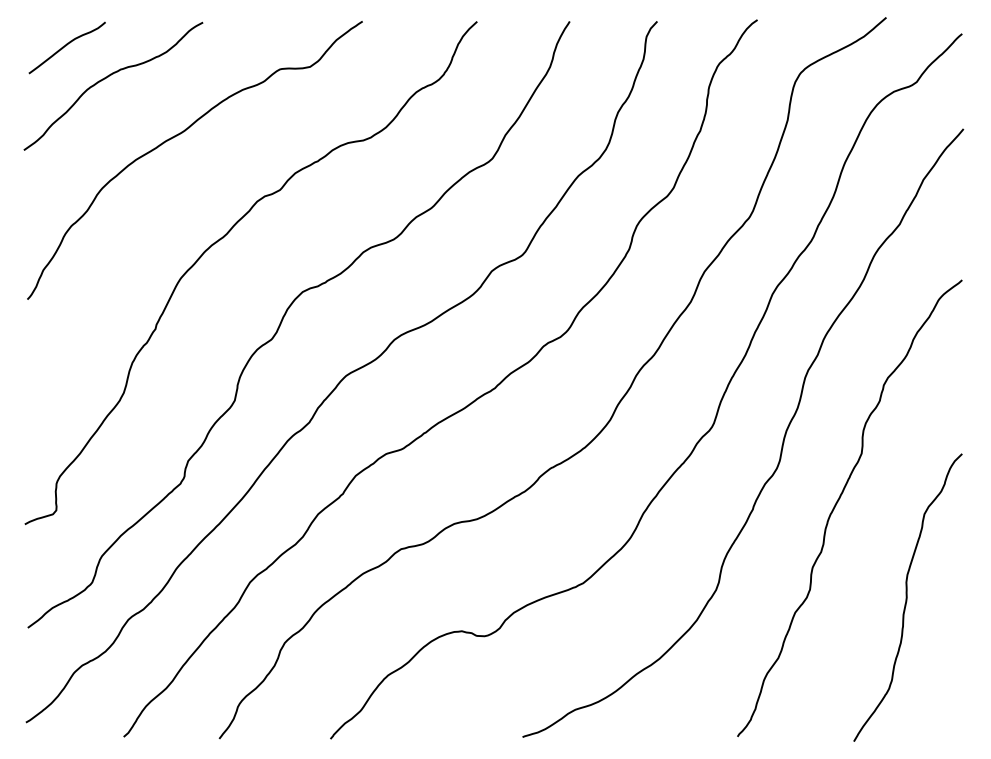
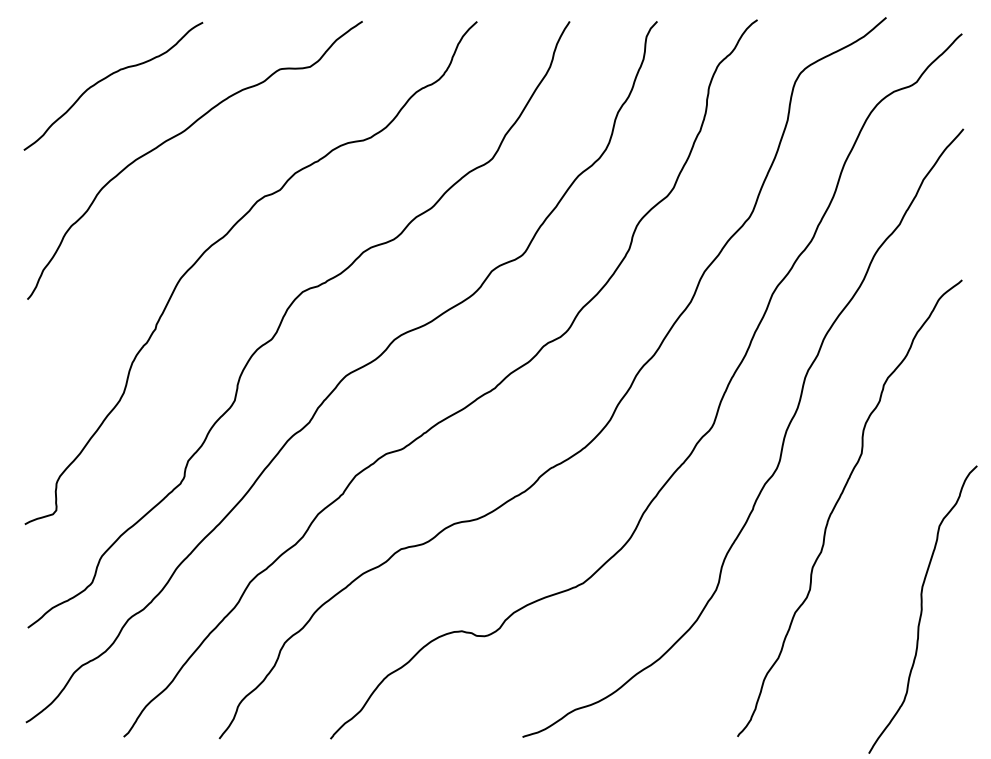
curve at (66, 46): present -> none
curve at (907, 597) position: (907, 597) -> (922, 609)
